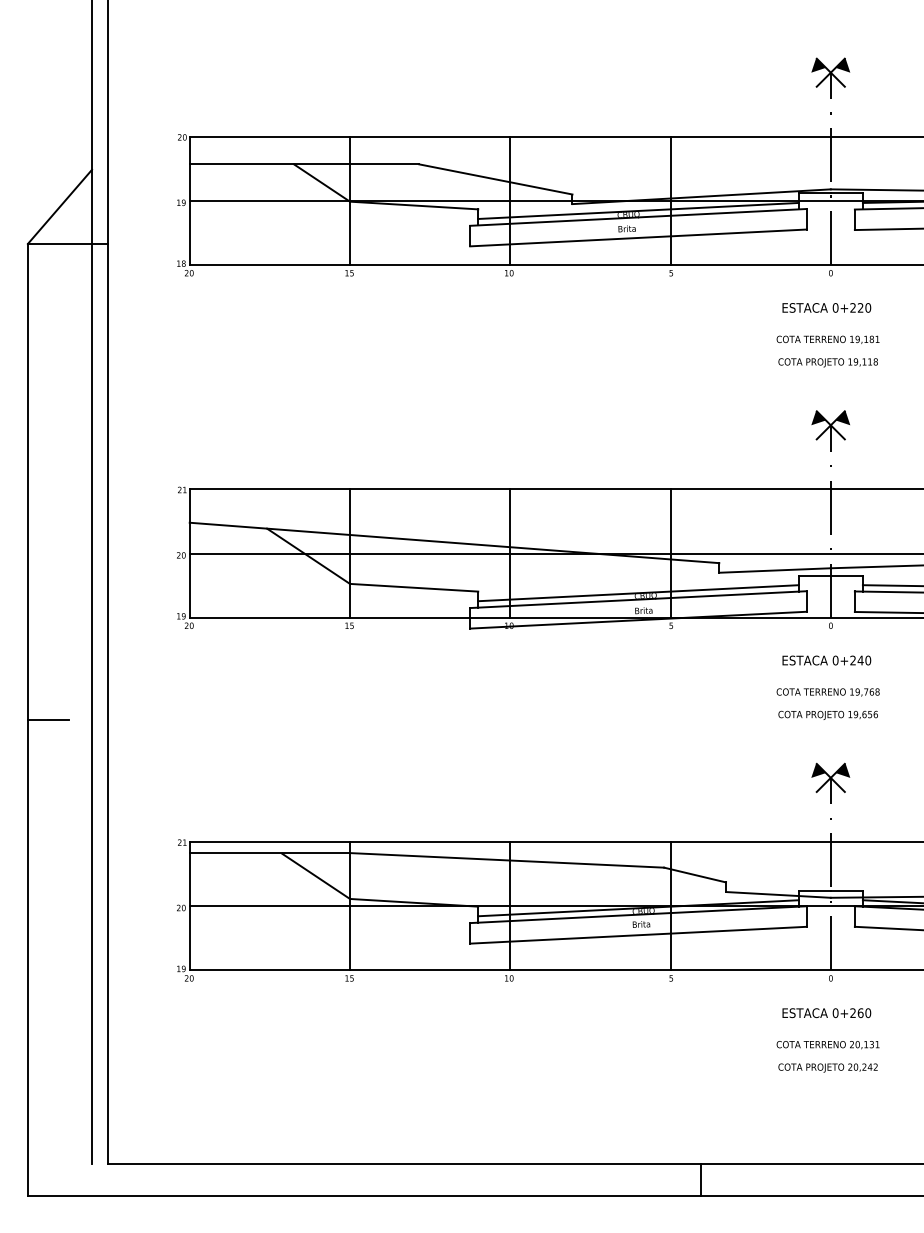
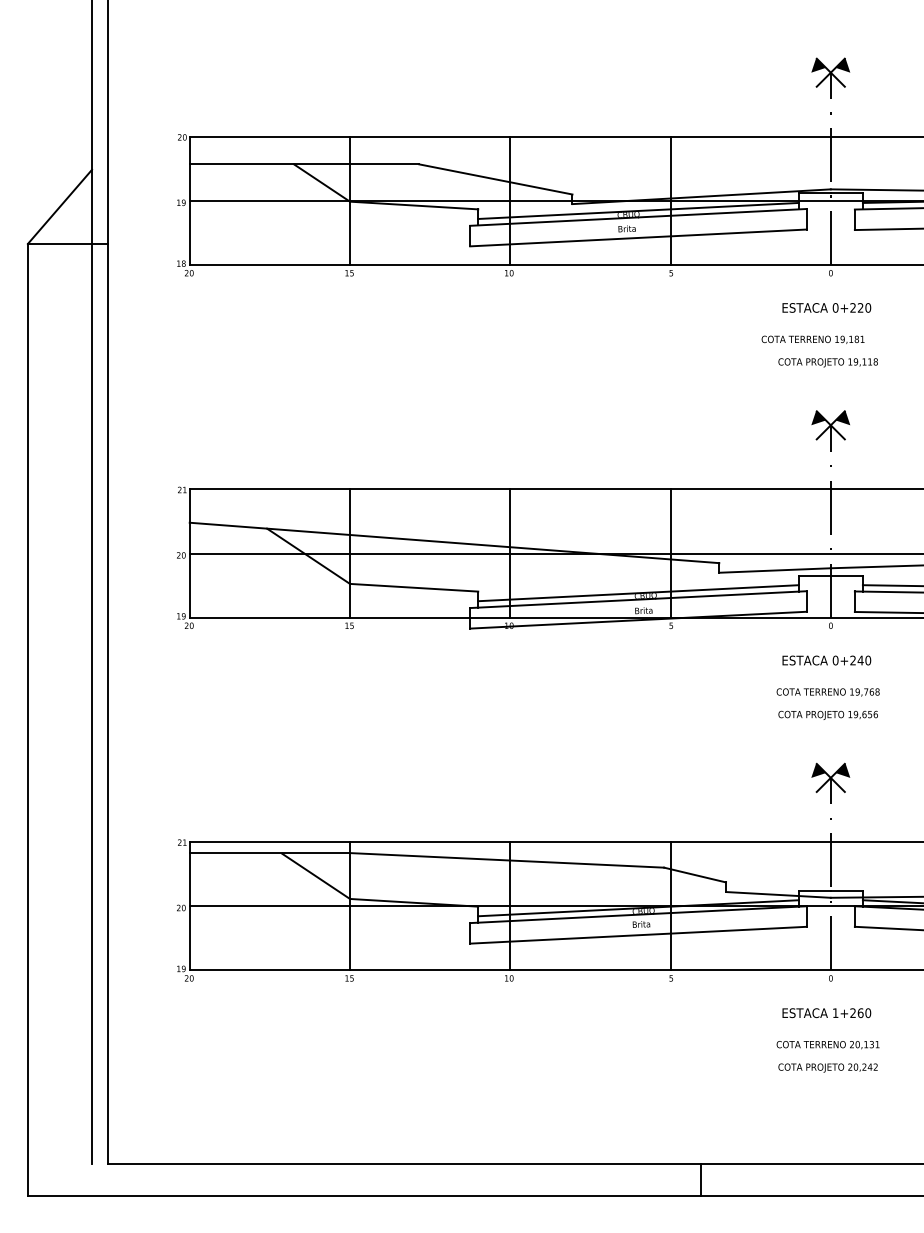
text at (827, 339) position: (827, 339) -> (812, 339)
line at (48, 719): present -> none
text at (835, 1013): 0+260 -> 1+260
